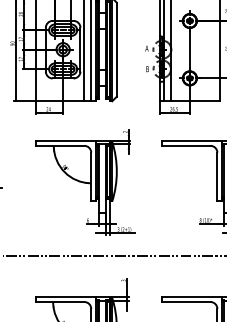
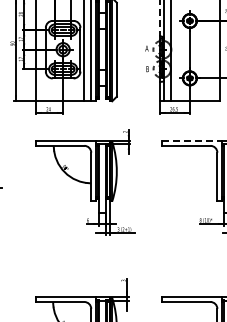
line at (159, 18): solid -> dashed
line at (192, 141): solid -> dashed
line at (112, 255): present -> none
